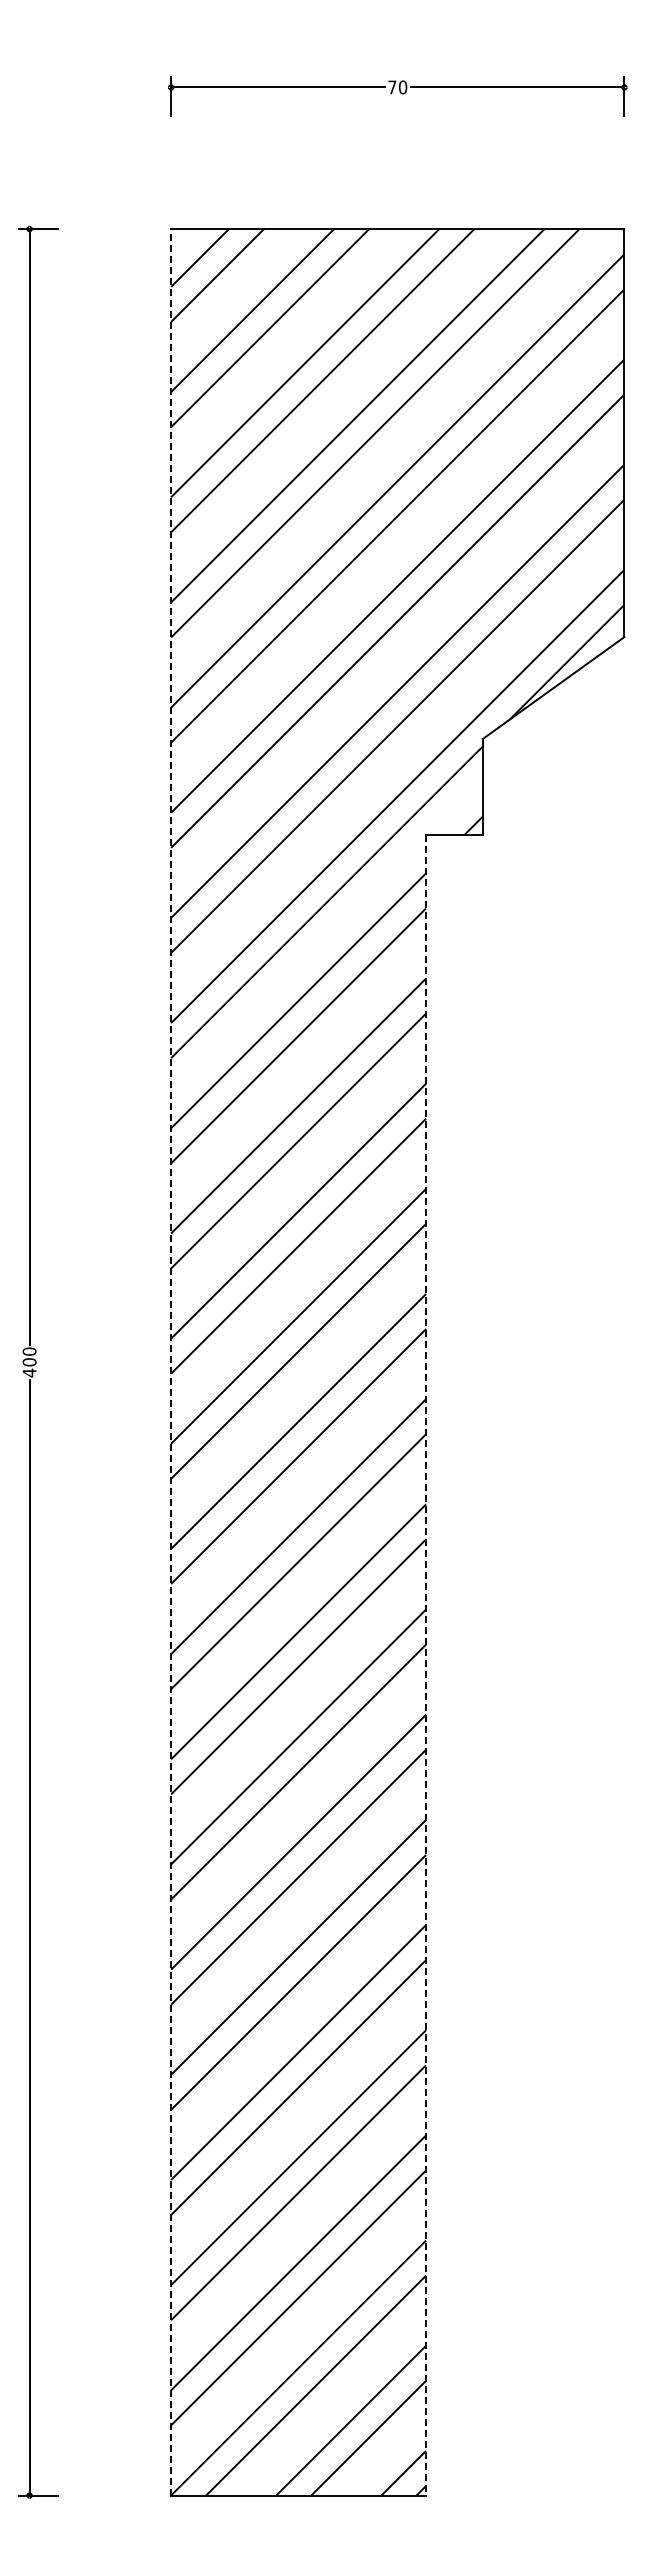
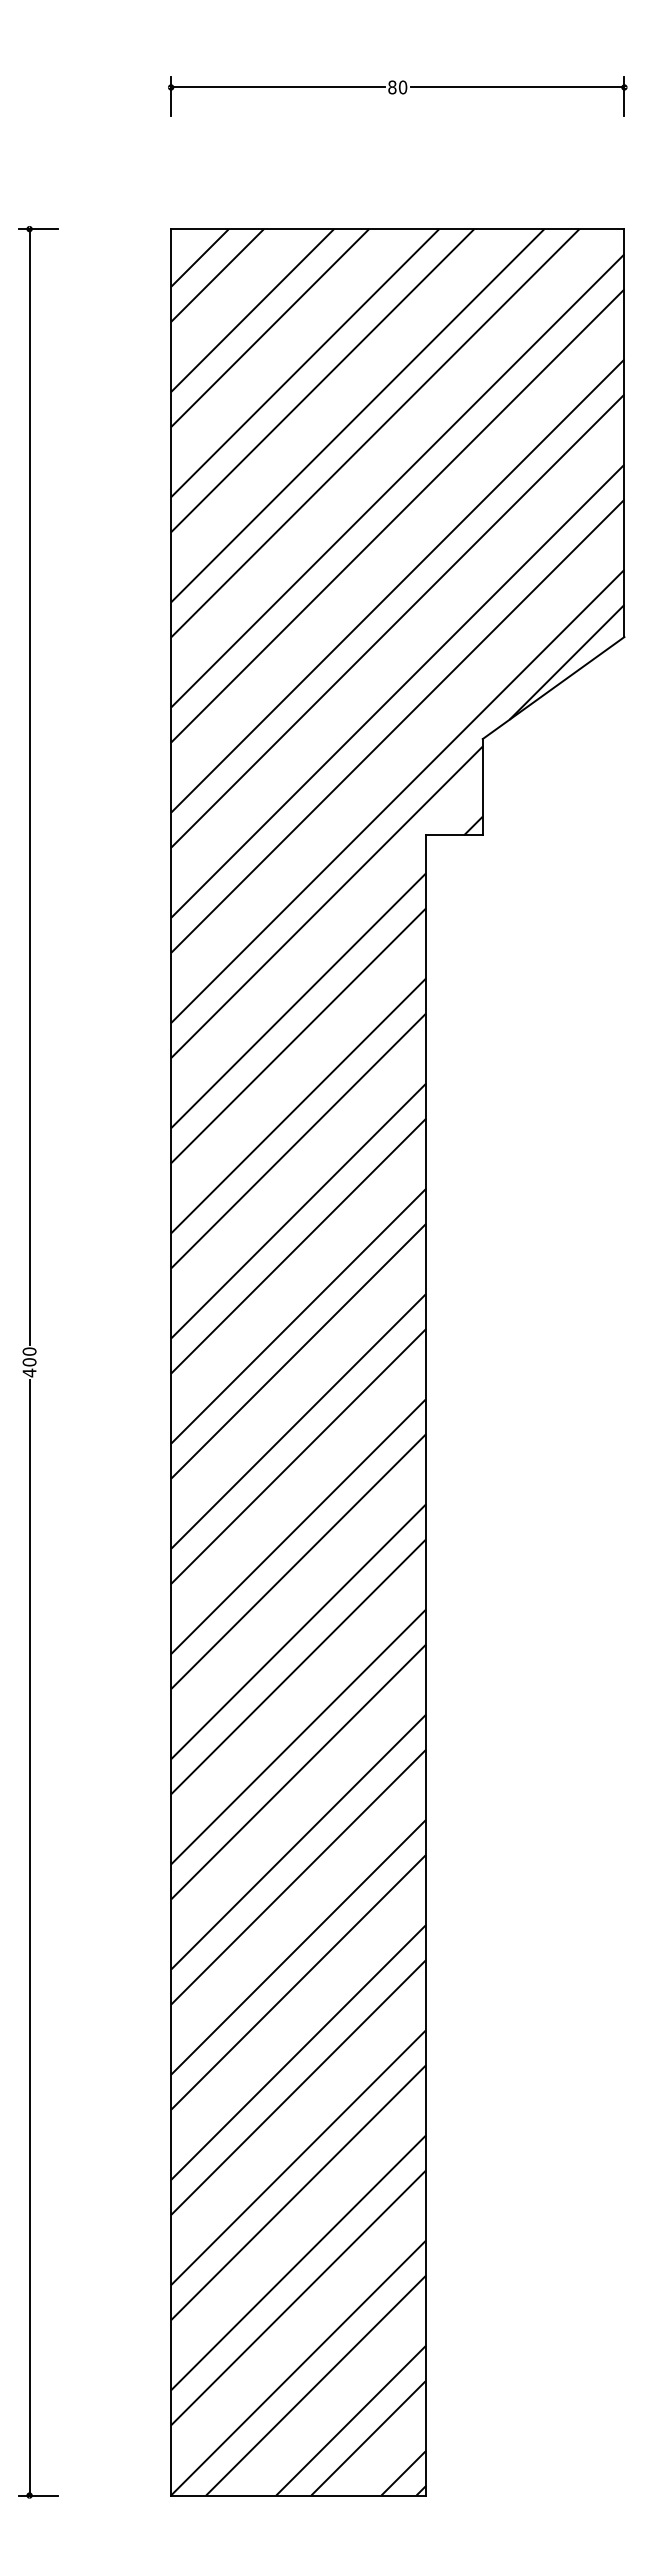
text at (392, 87): 70 -> 80
line at (171, 1361): dashed -> solid
line at (426, 1665): dashed -> solid
